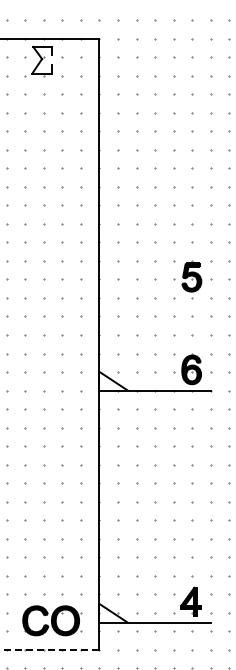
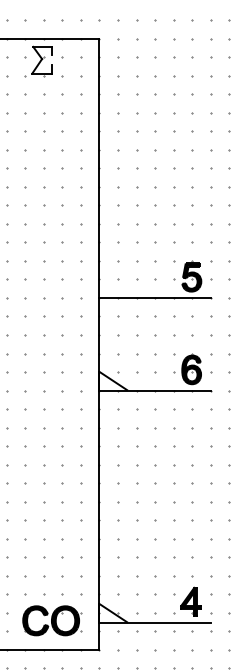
line at (154, 297): none -> present
line at (49, 649): dashed -> solid
